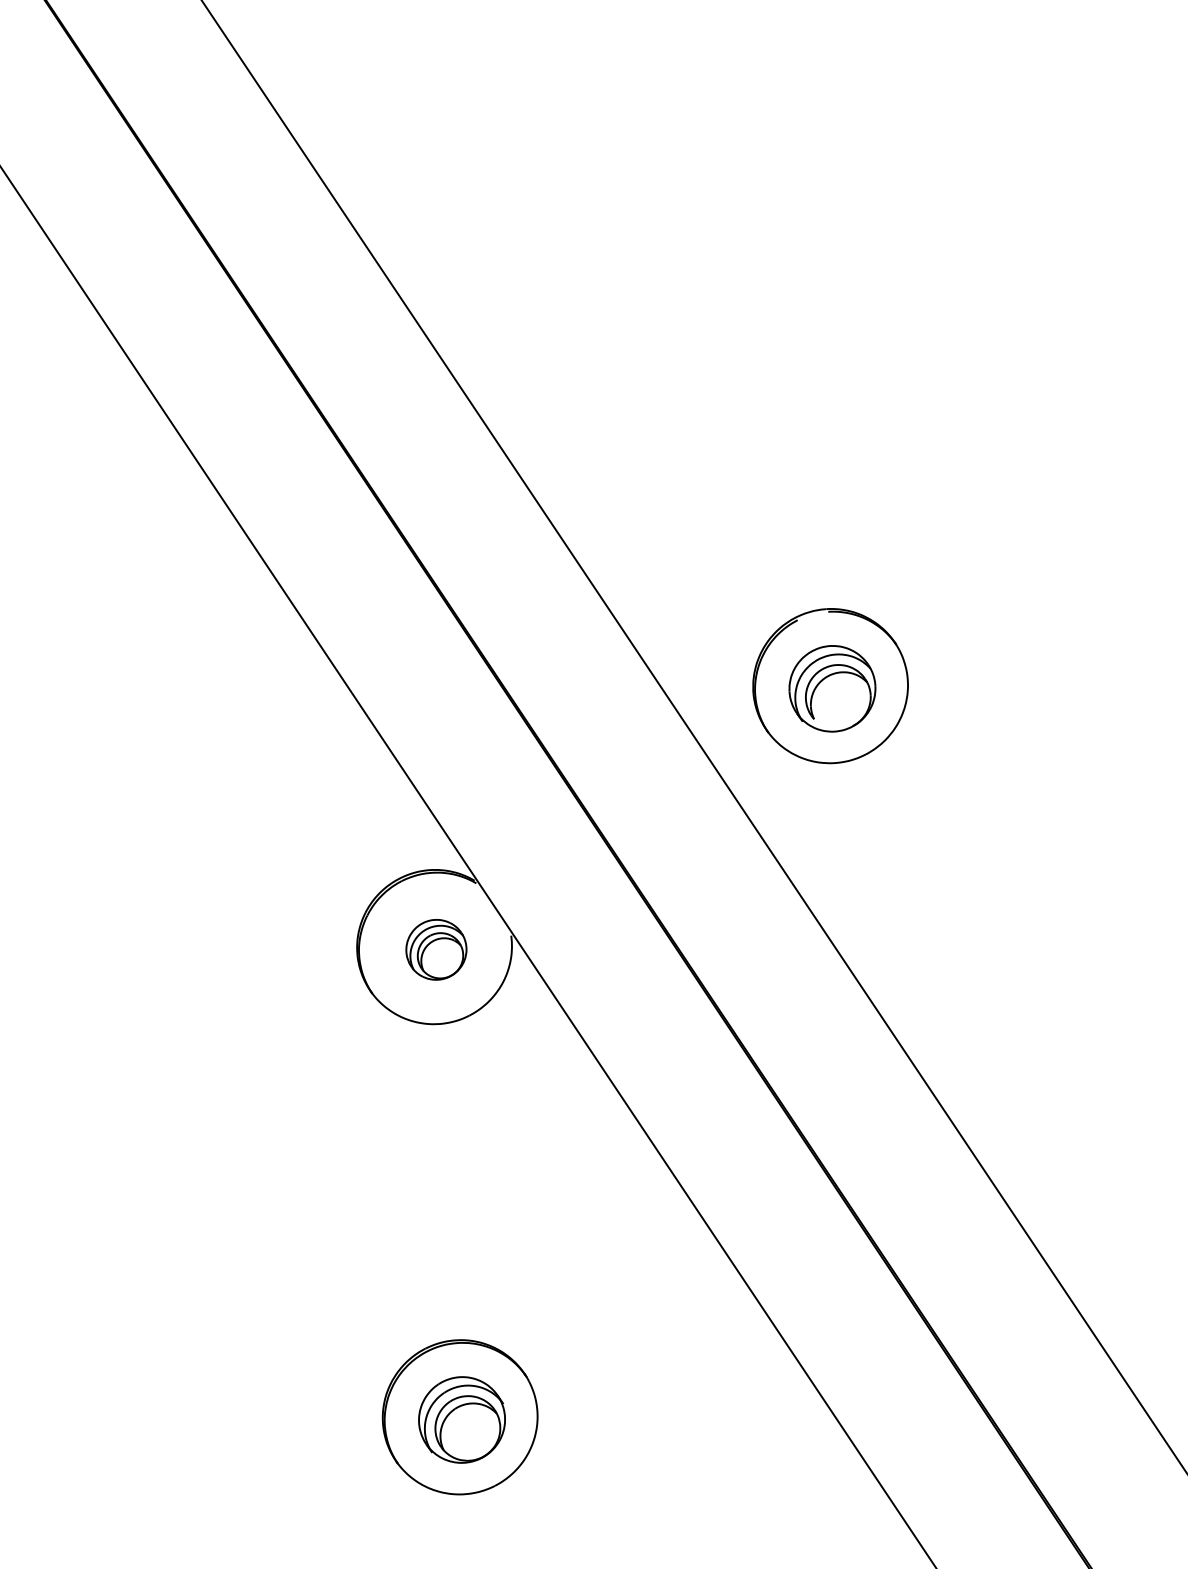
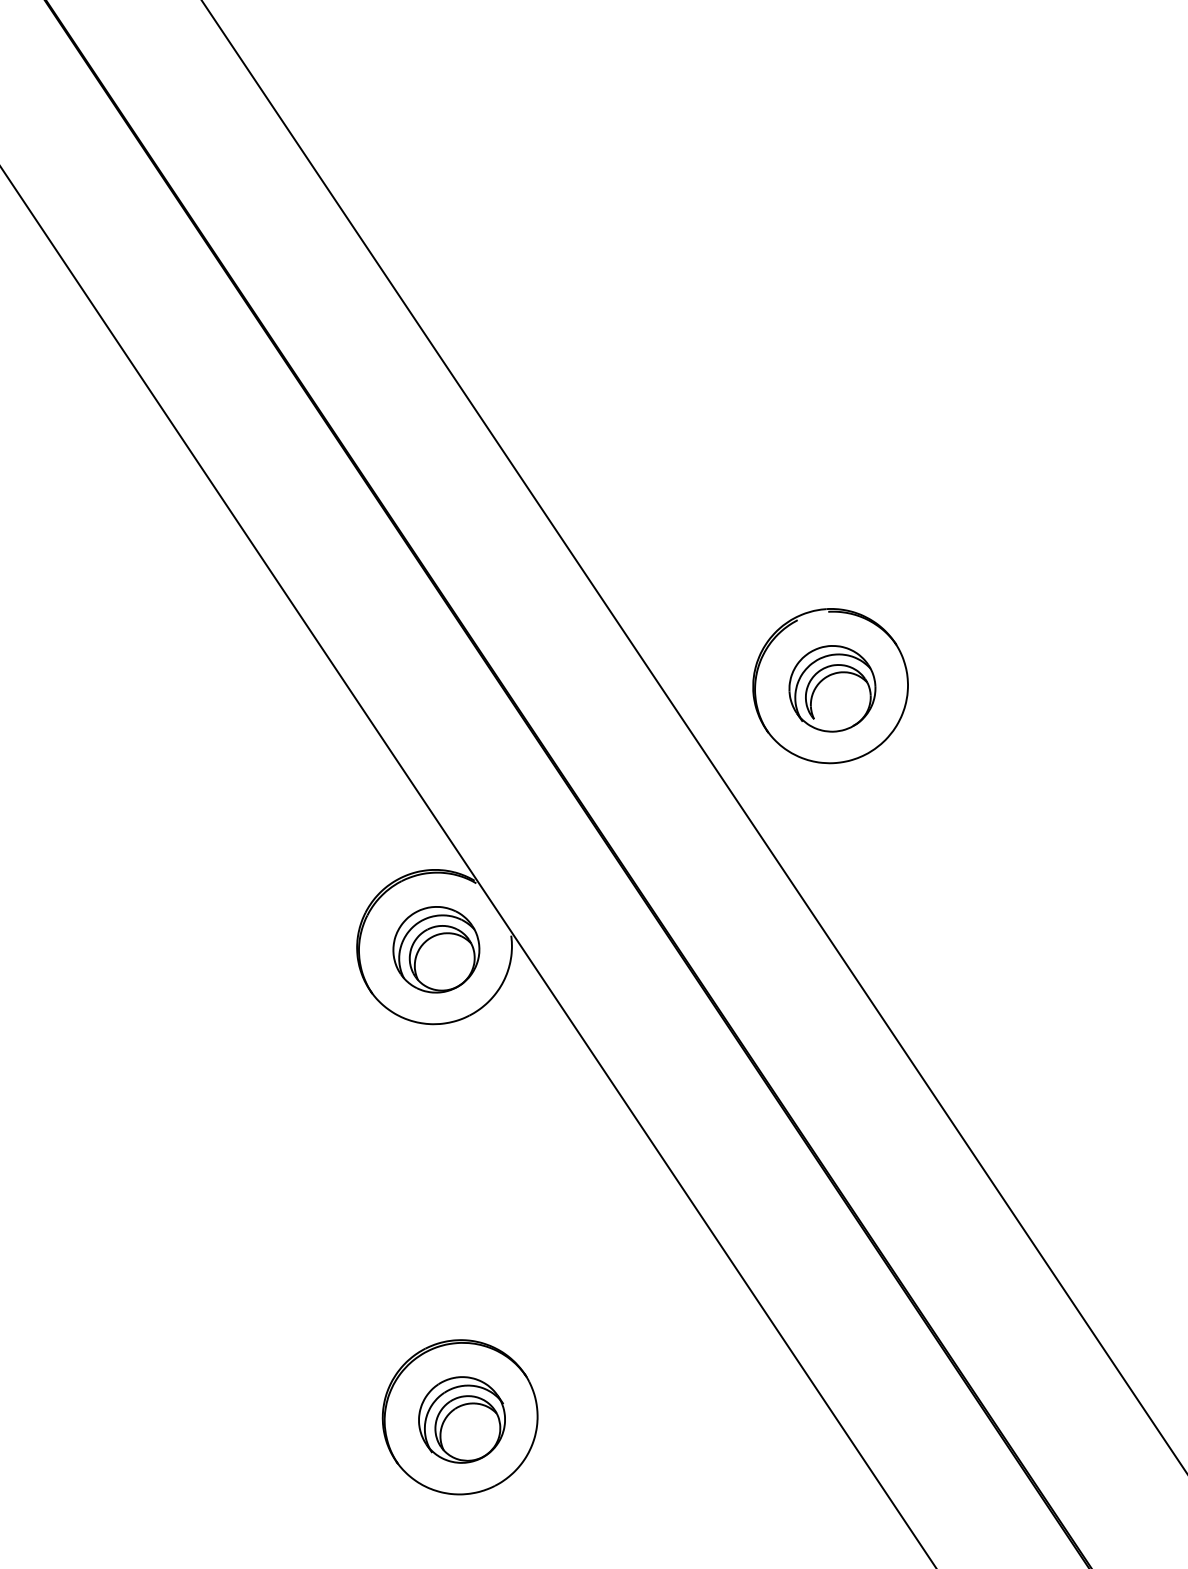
part at (436, 949) size: 63x62 px -> 89x88 px
